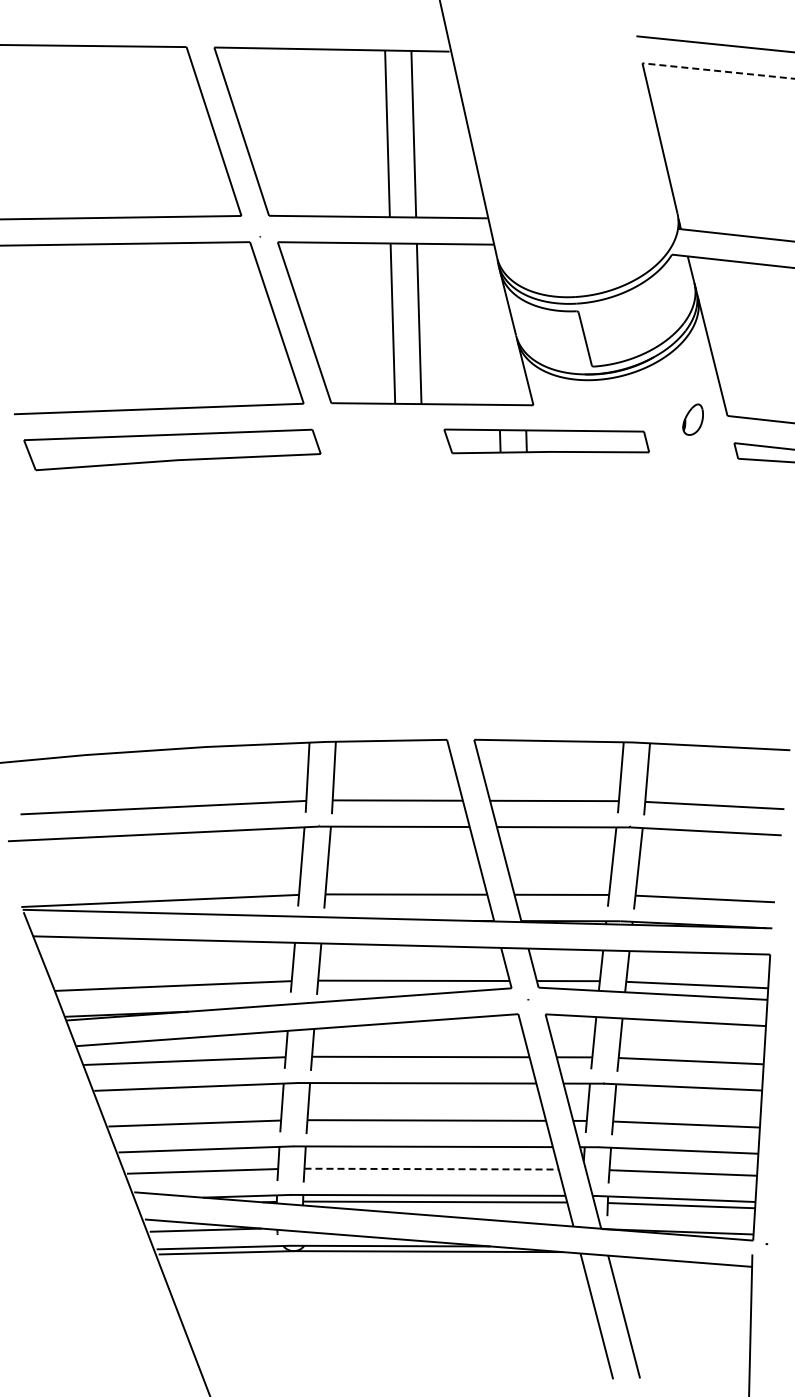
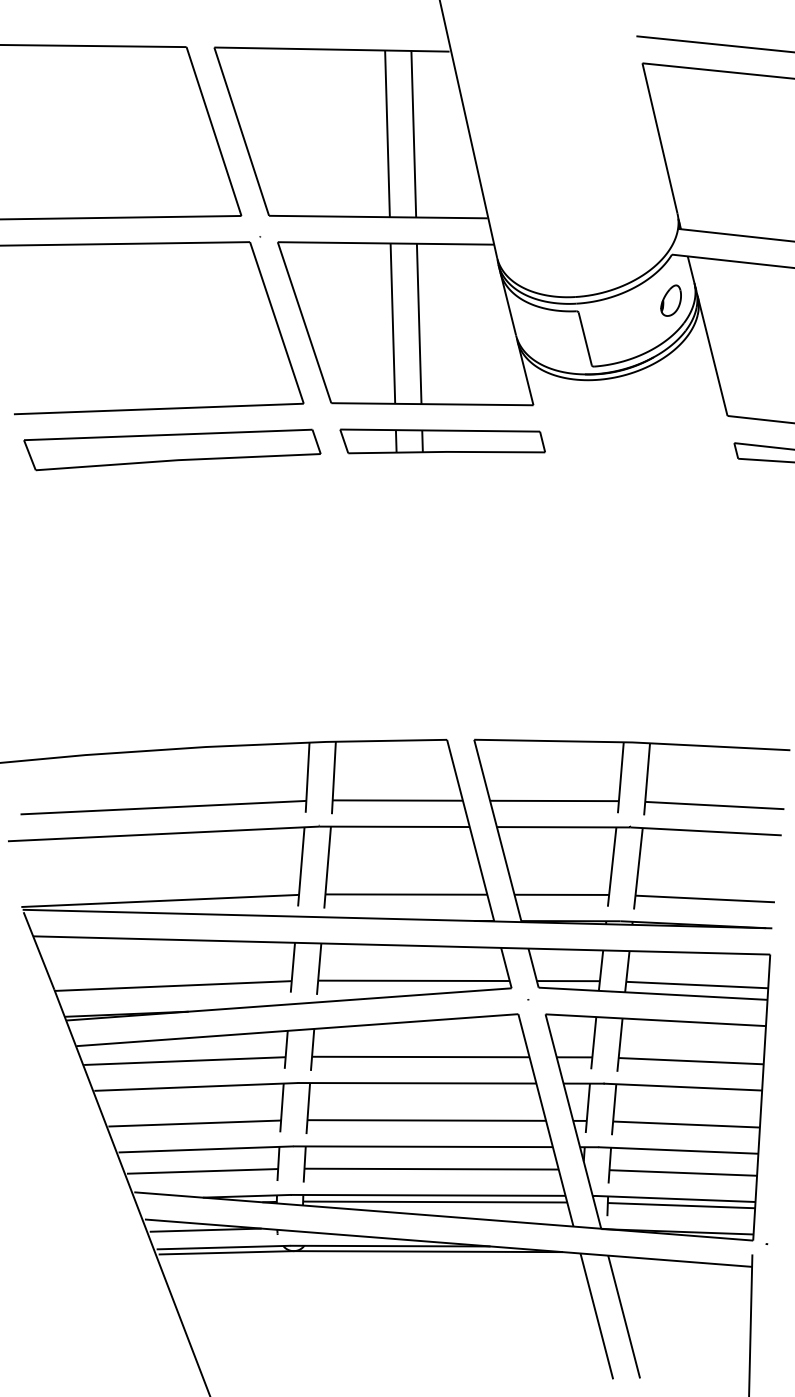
line at (717, 70): dashed -> solid
part at (692, 419) position: (692, 419) -> (670, 300)
part at (546, 441) position: (546, 441) -> (442, 441)
line at (432, 1169): dashed -> solid
